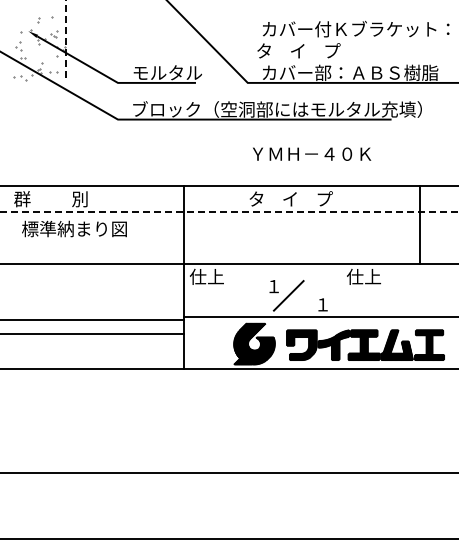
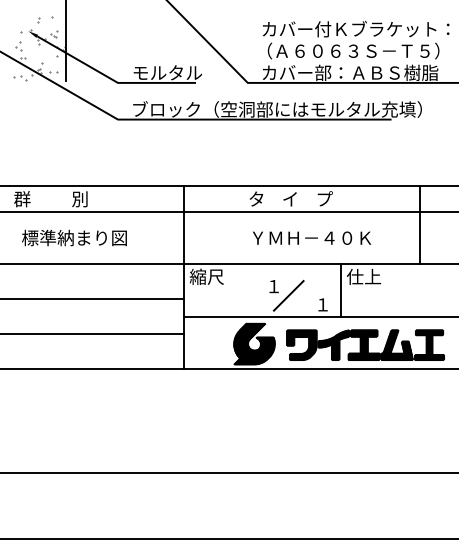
line at (65, 41): dashed -> solid
text at (348, 50): タ    イ    プ -> （Ａ６０６３Ｓ－Ｔ５）
text at (312, 153) position: (312, 153) -> (312, 237)
line at (230, 212): dashed -> solid
text at (74, 228) position: (74, 228) -> (74, 237)
text at (206, 276): 仕上 -> 縮尺
line at (341, 290): none -> present
line at (93, 320) position: (93, 320) -> (93, 299)
